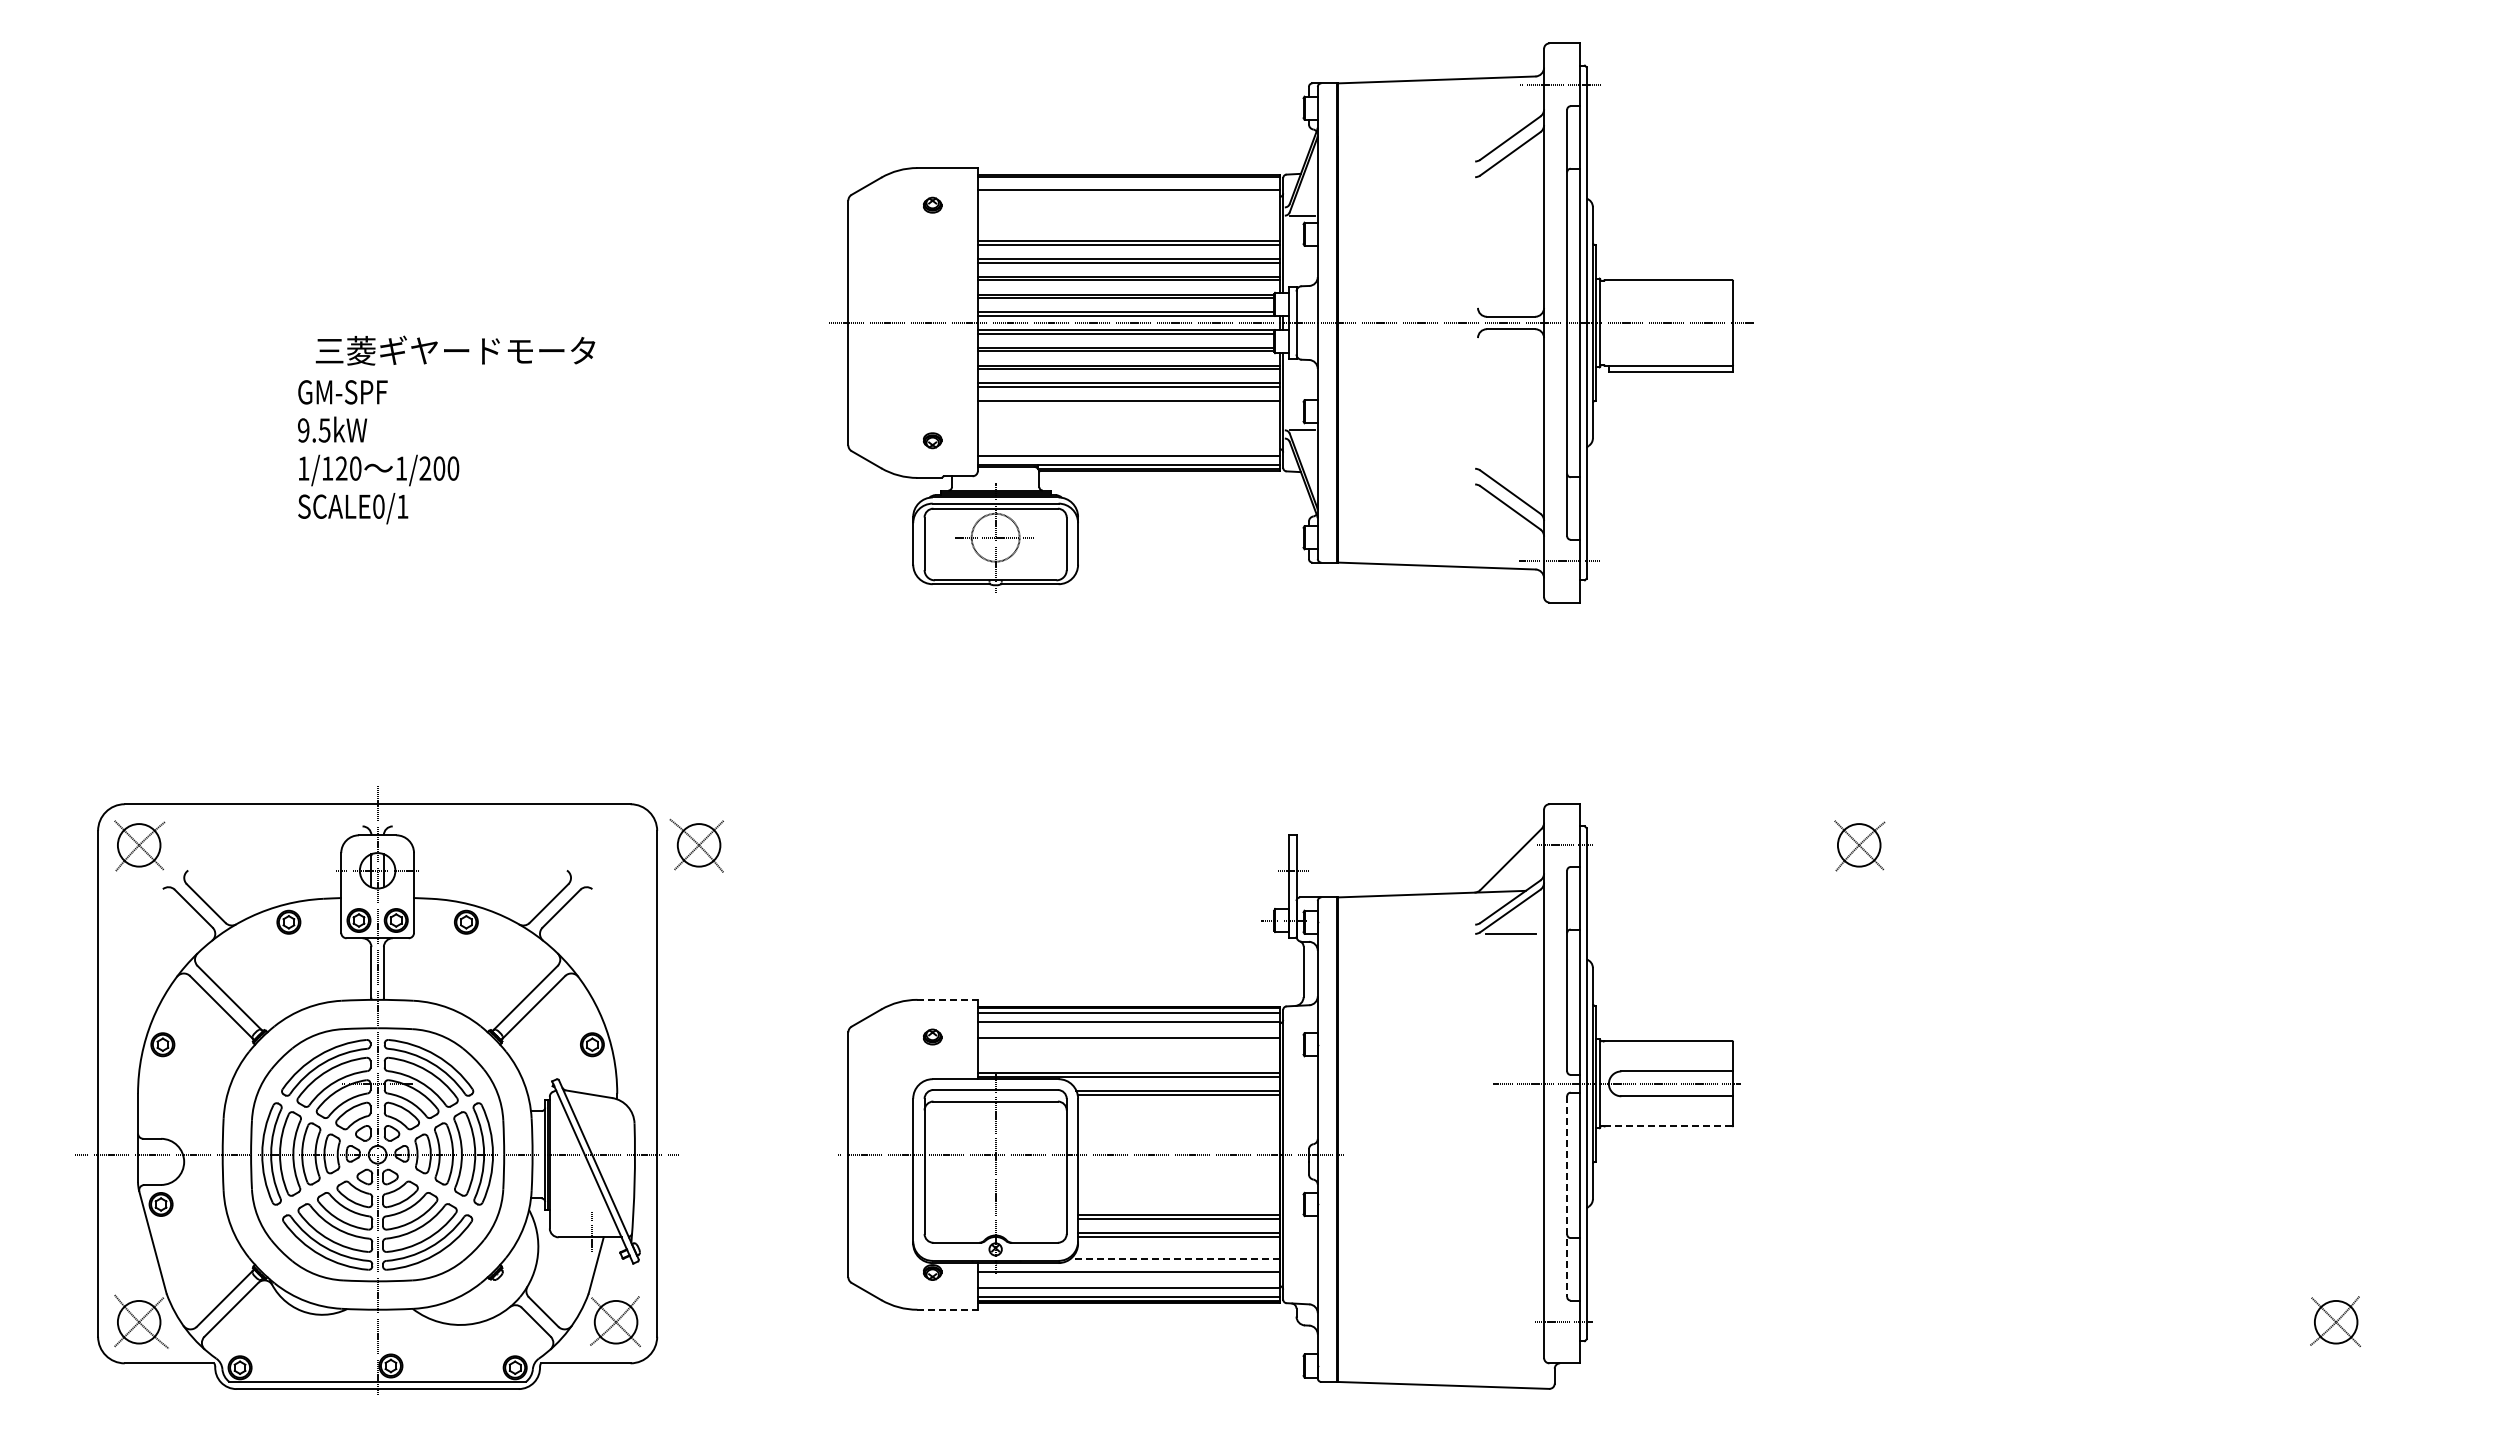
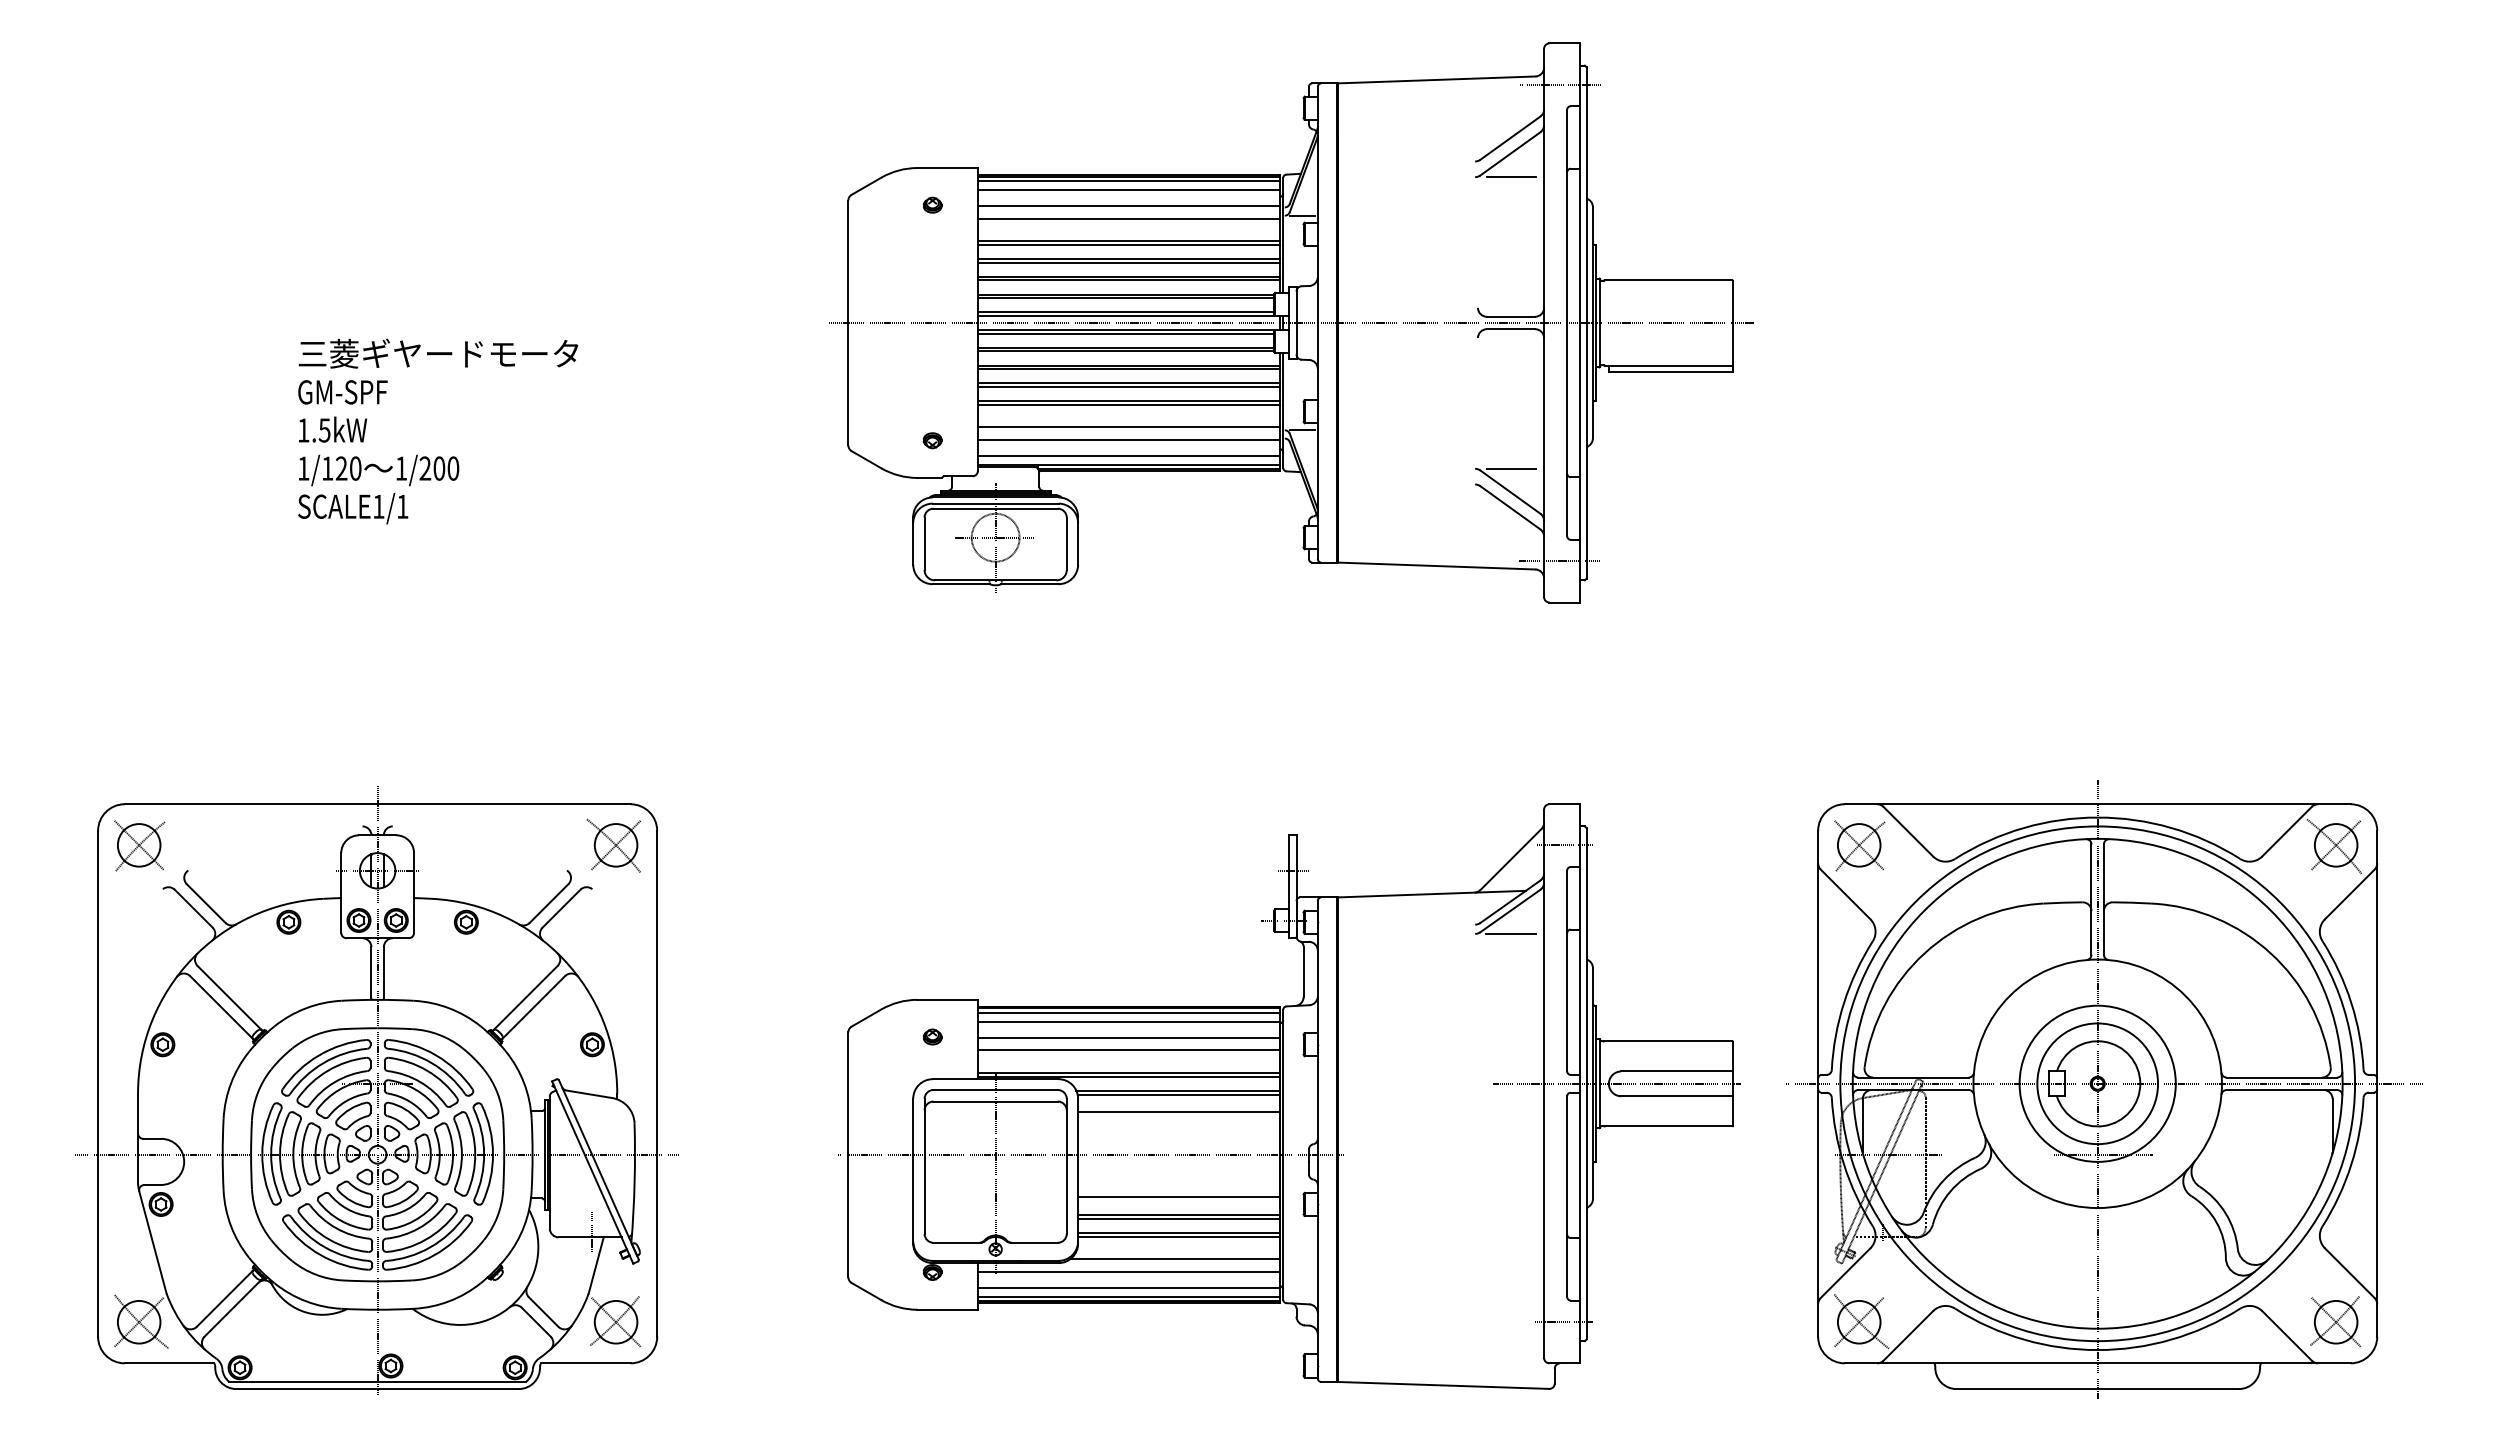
line at (1510, 177): none -> present
line at (1128, 181): none -> present
line at (1128, 206): none -> present
line at (1128, 218): none -> present
text at (455, 350) position: (455, 350) -> (438, 353)
line at (1128, 404): none -> present
line at (1128, 427): none -> present
text at (303, 430): 9.5kW -> 1.5kW
line at (1128, 439): none -> present
line at (1510, 468): none -> present
text at (378, 506): SCALE0/1 -> SCALE1/1
part at (696, 845) position: (696, 845) -> (613, 845)
line at (948, 999): dashed -> solid
line at (1128, 1050): none -> present
part at (2104, 1089): none -> present
line at (1178, 1112): none -> present
line at (1668, 1126): dashed -> solid
line at (1178, 1197): none -> present
line at (1567, 1197): dashed -> solid
line at (1174, 1259): dashed -> solid
line at (948, 1309): dashed -> solid
